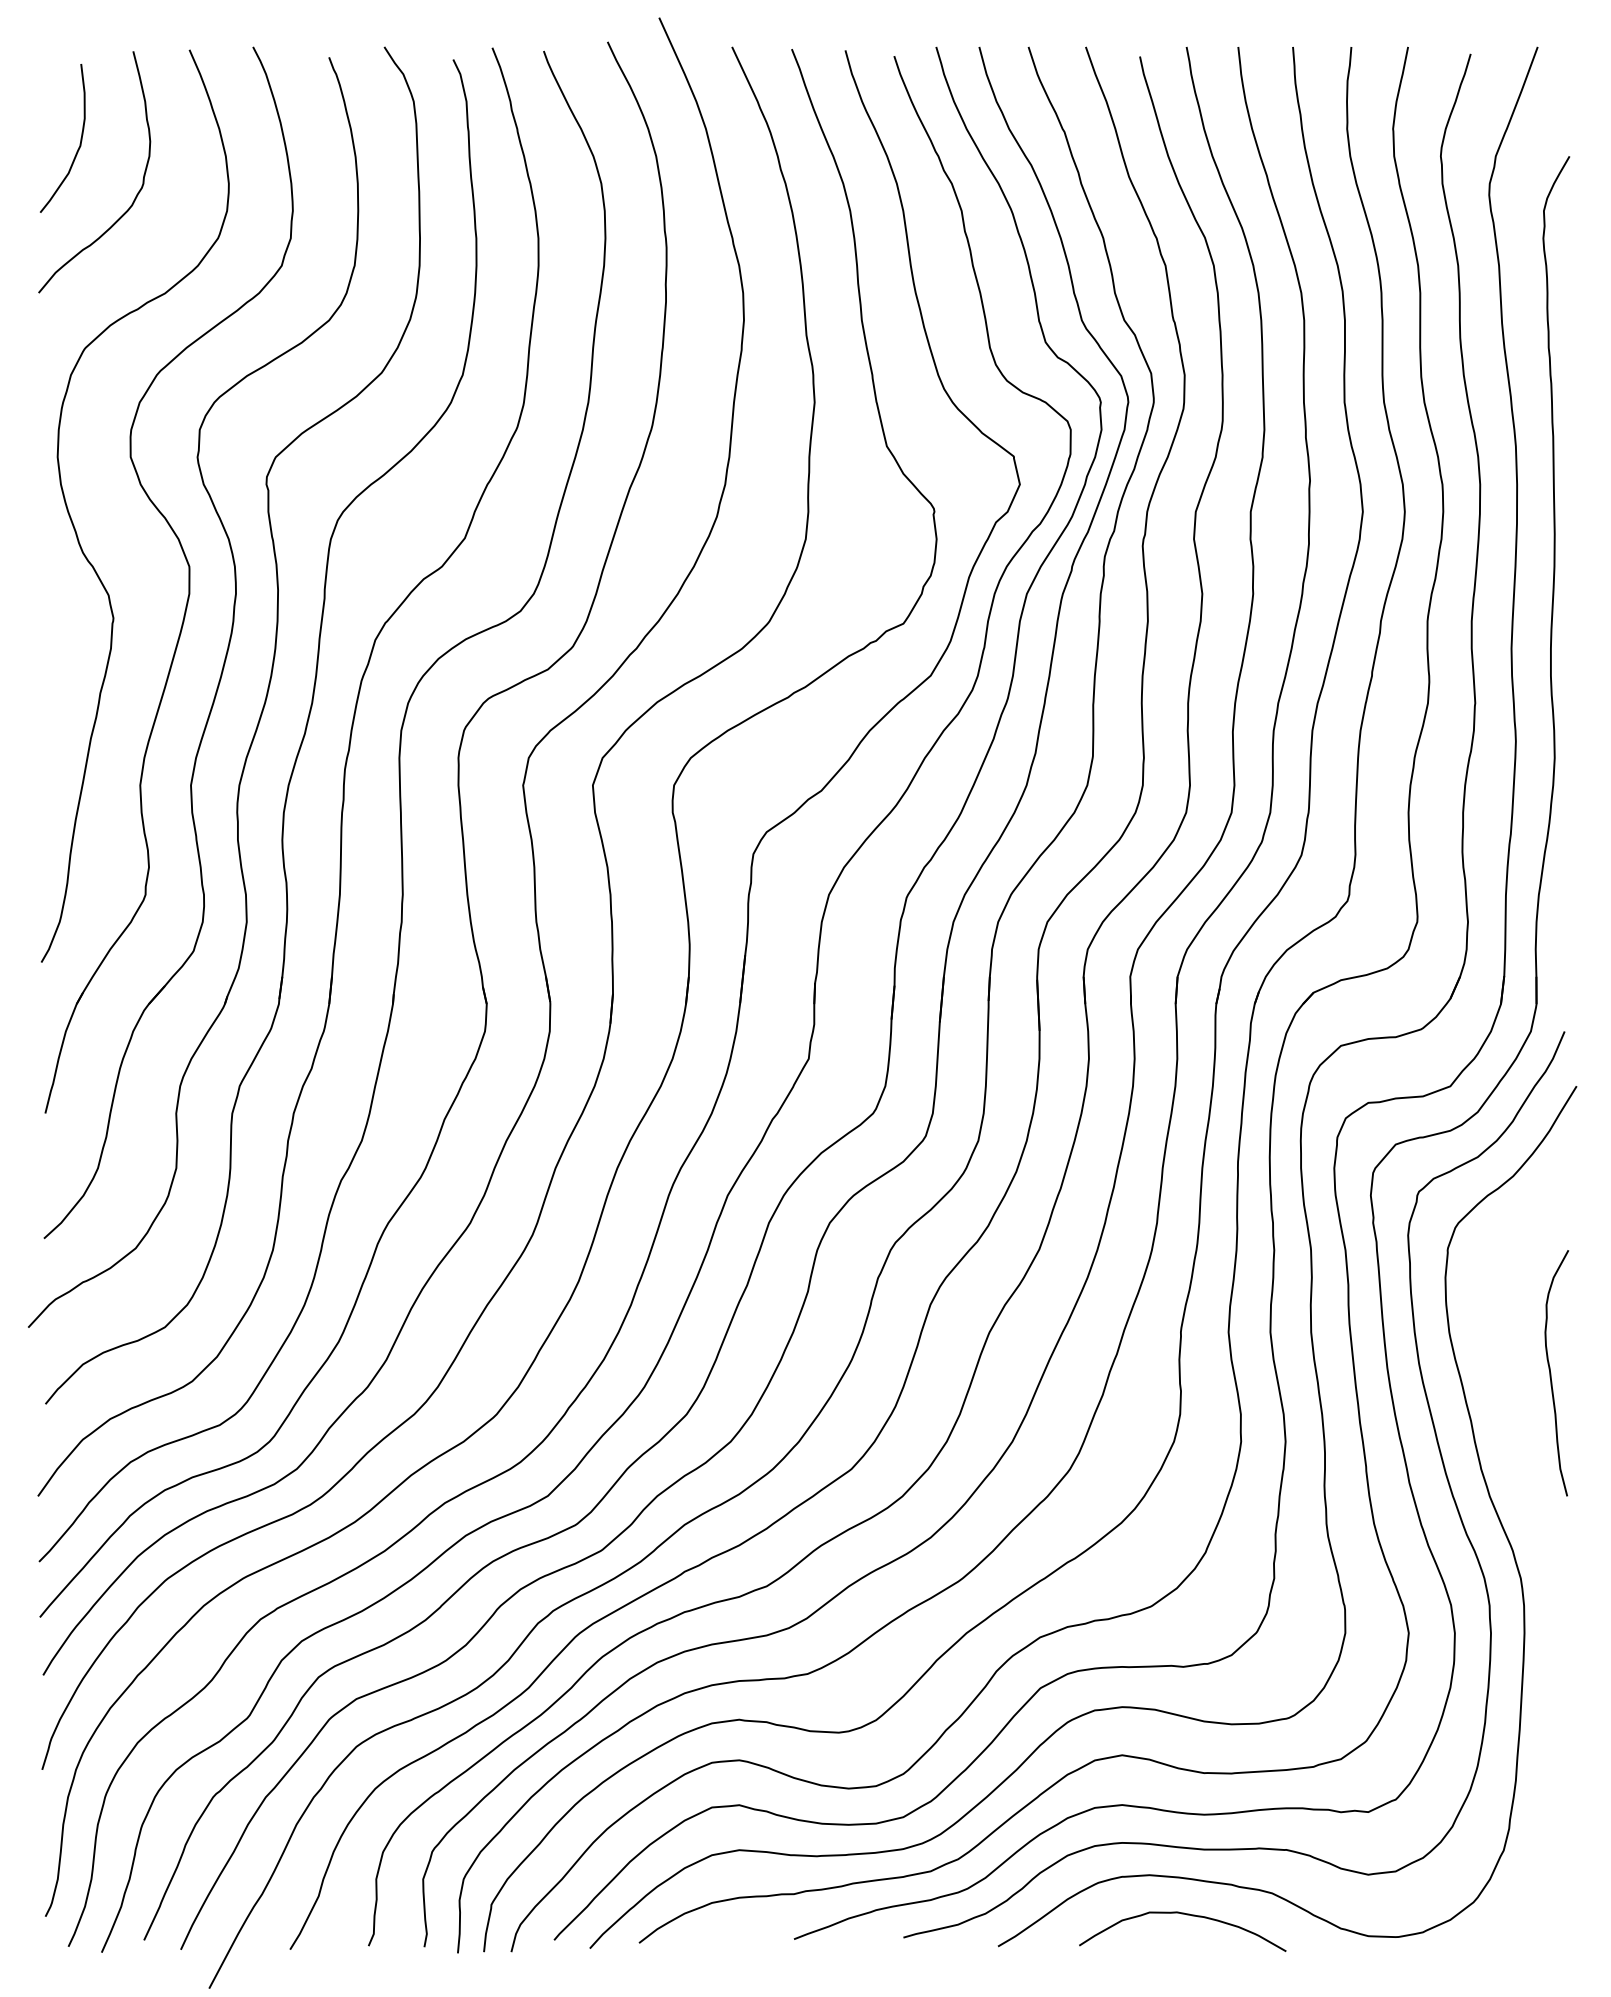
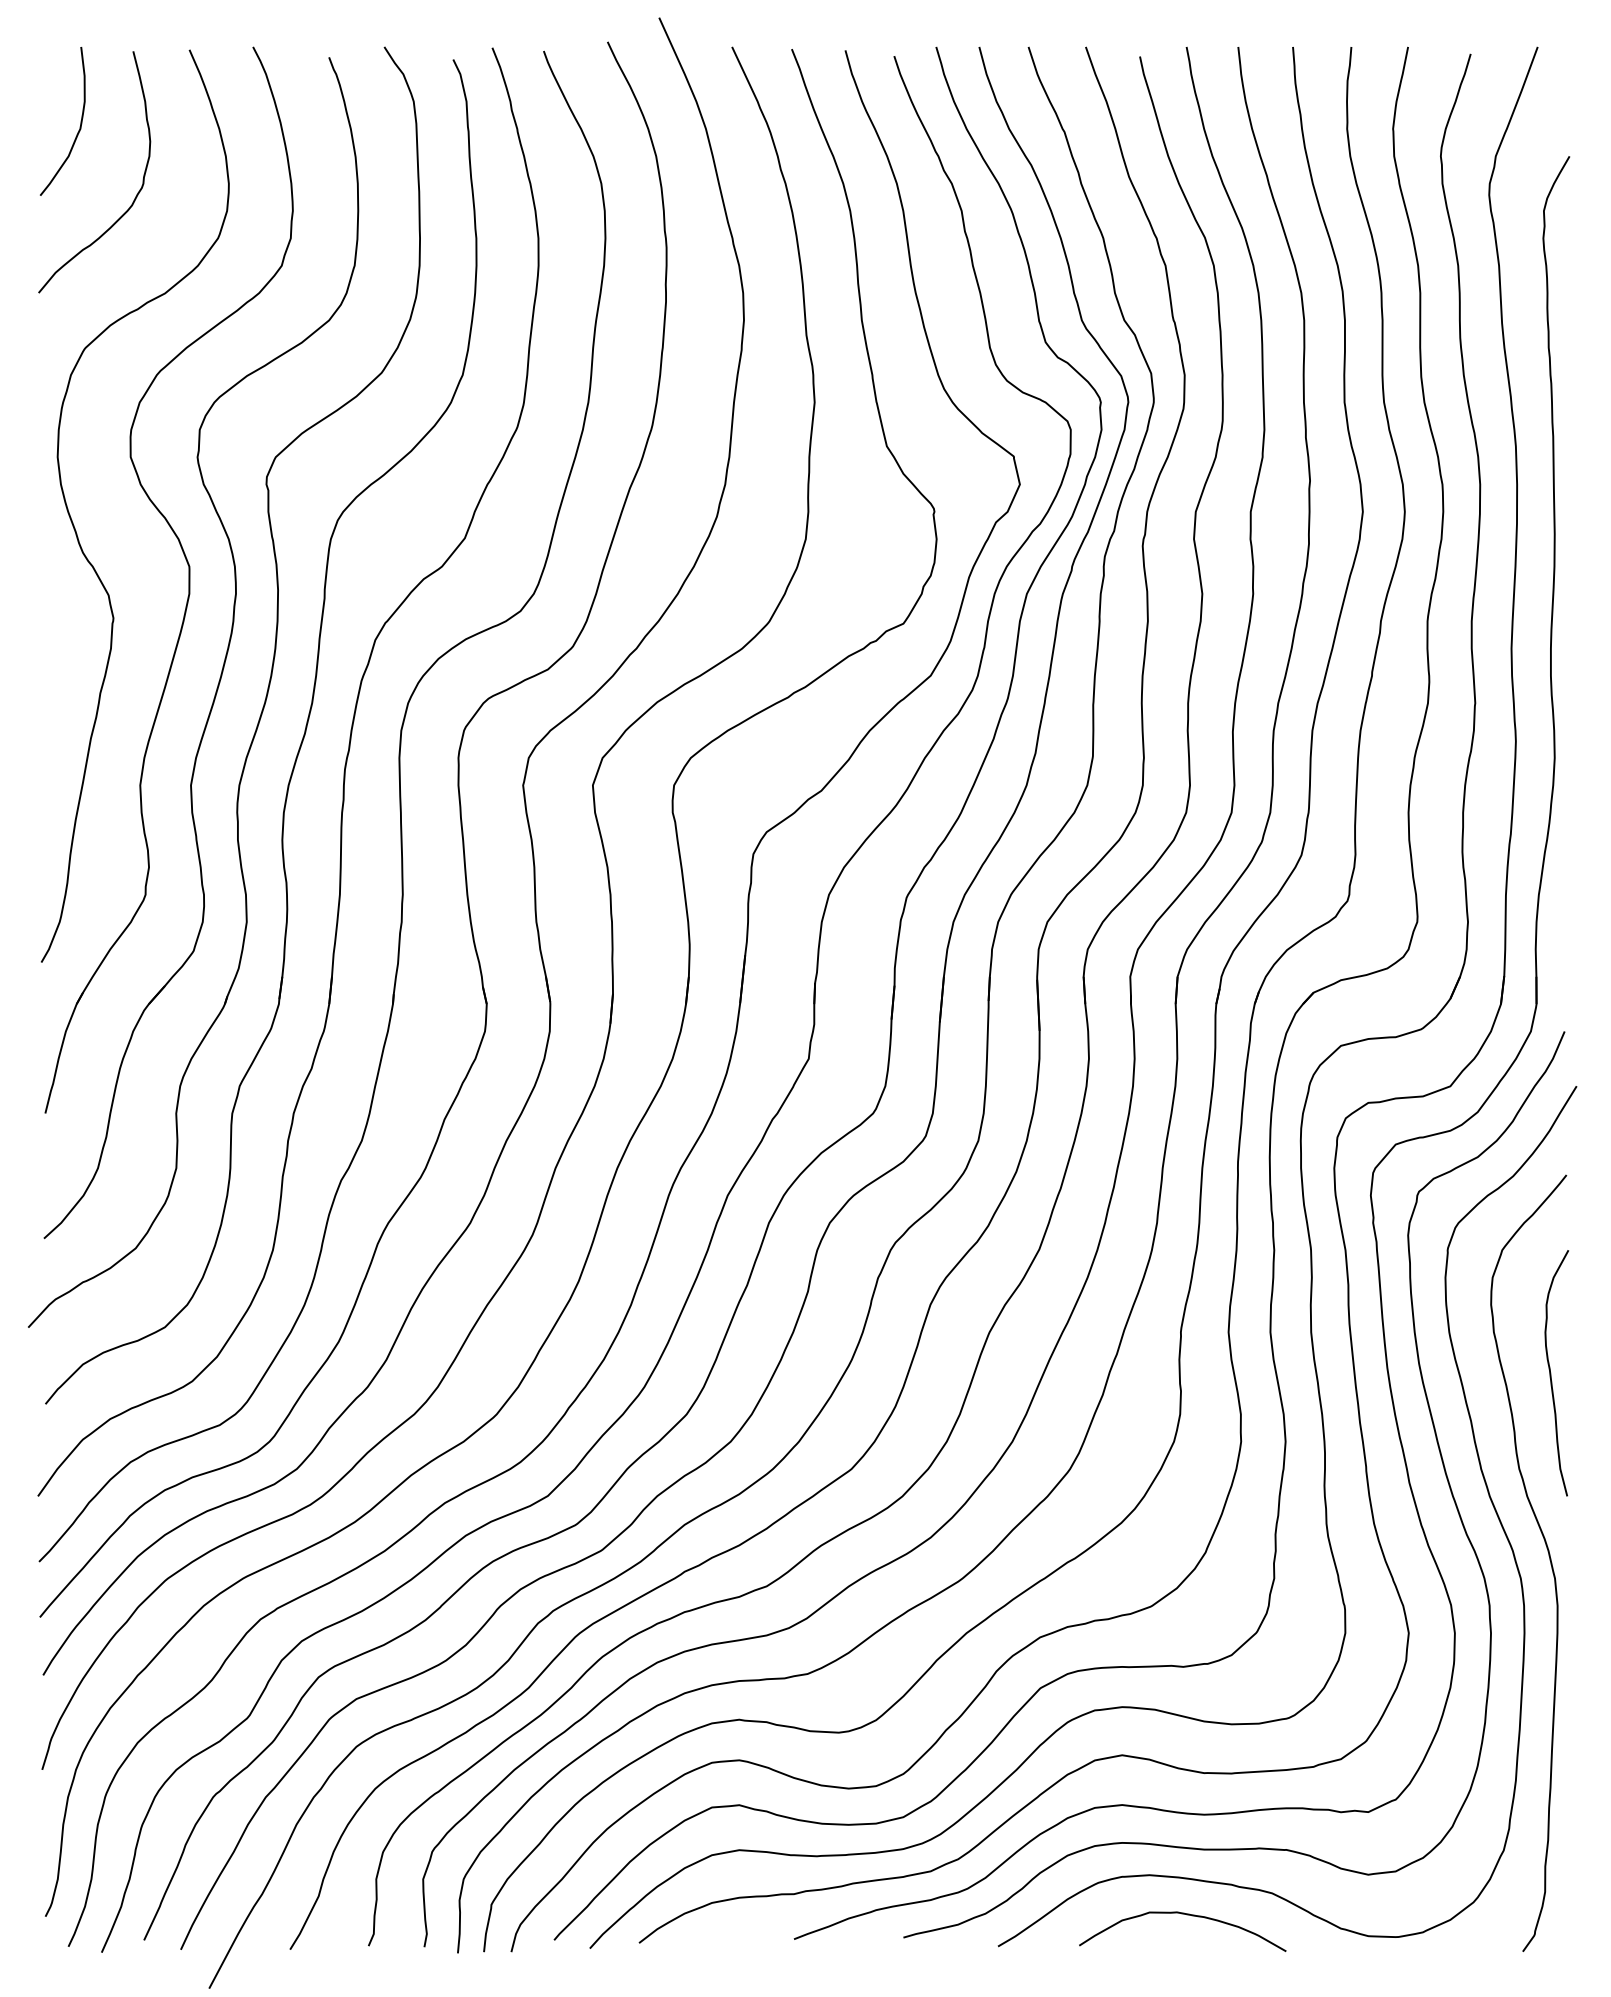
curve at (79, 143) position: (79, 143) -> (79, 126)
curve at (1548, 1556): none -> present
